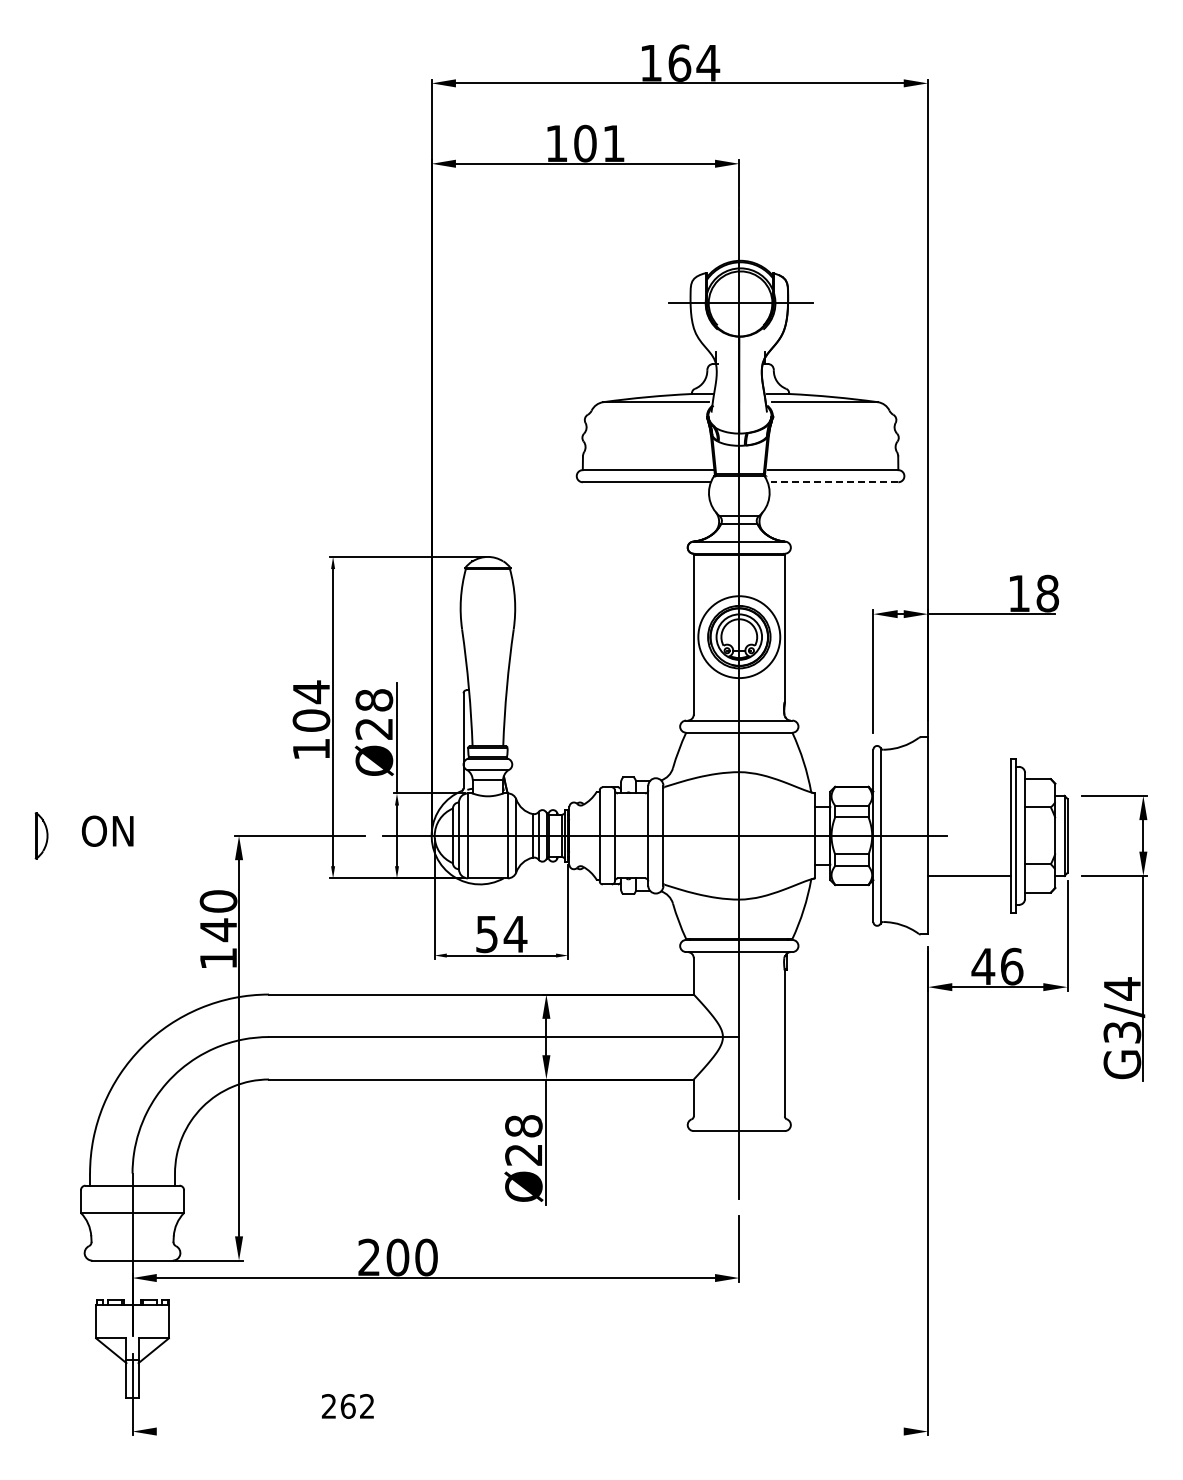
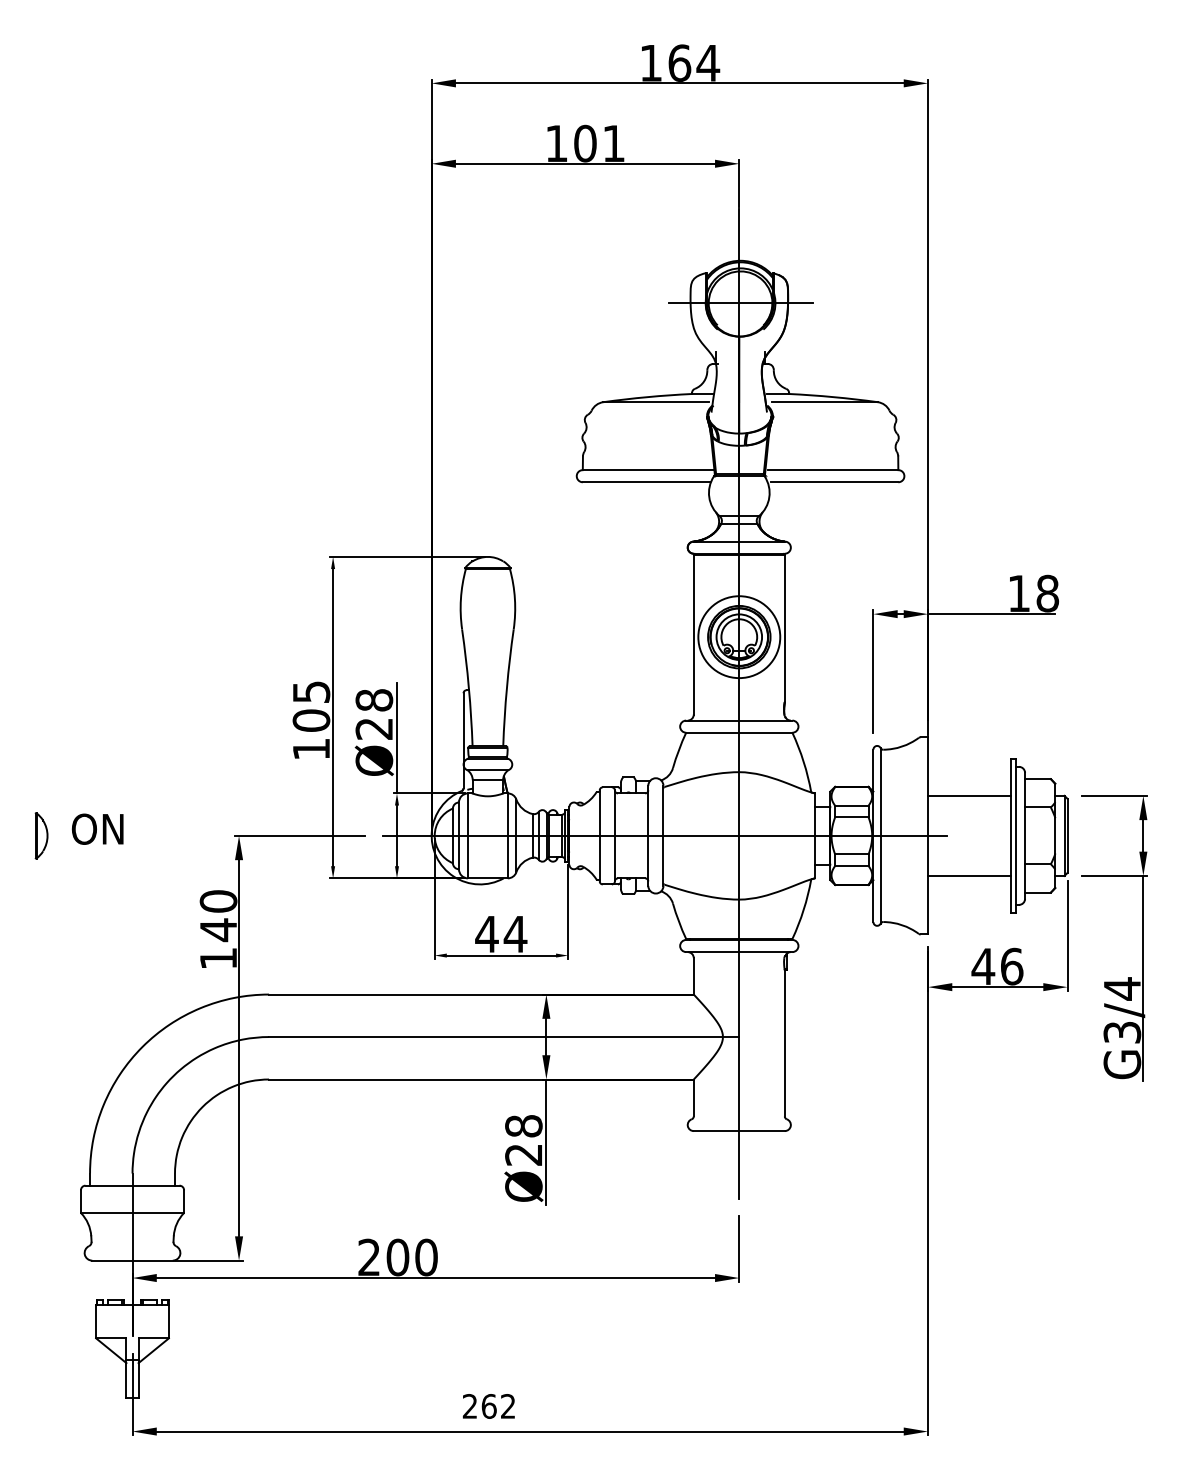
line at (834, 482): dashed -> solid
text at (311, 692): 104 -> 105
line at (969, 795): none -> present
text at (107, 830) position: (107, 830) -> (97, 828)
text at (486, 934): 54 -> 44
text at (347, 1406) position: (347, 1406) -> (488, 1406)
line at (529, 1431): none -> present
